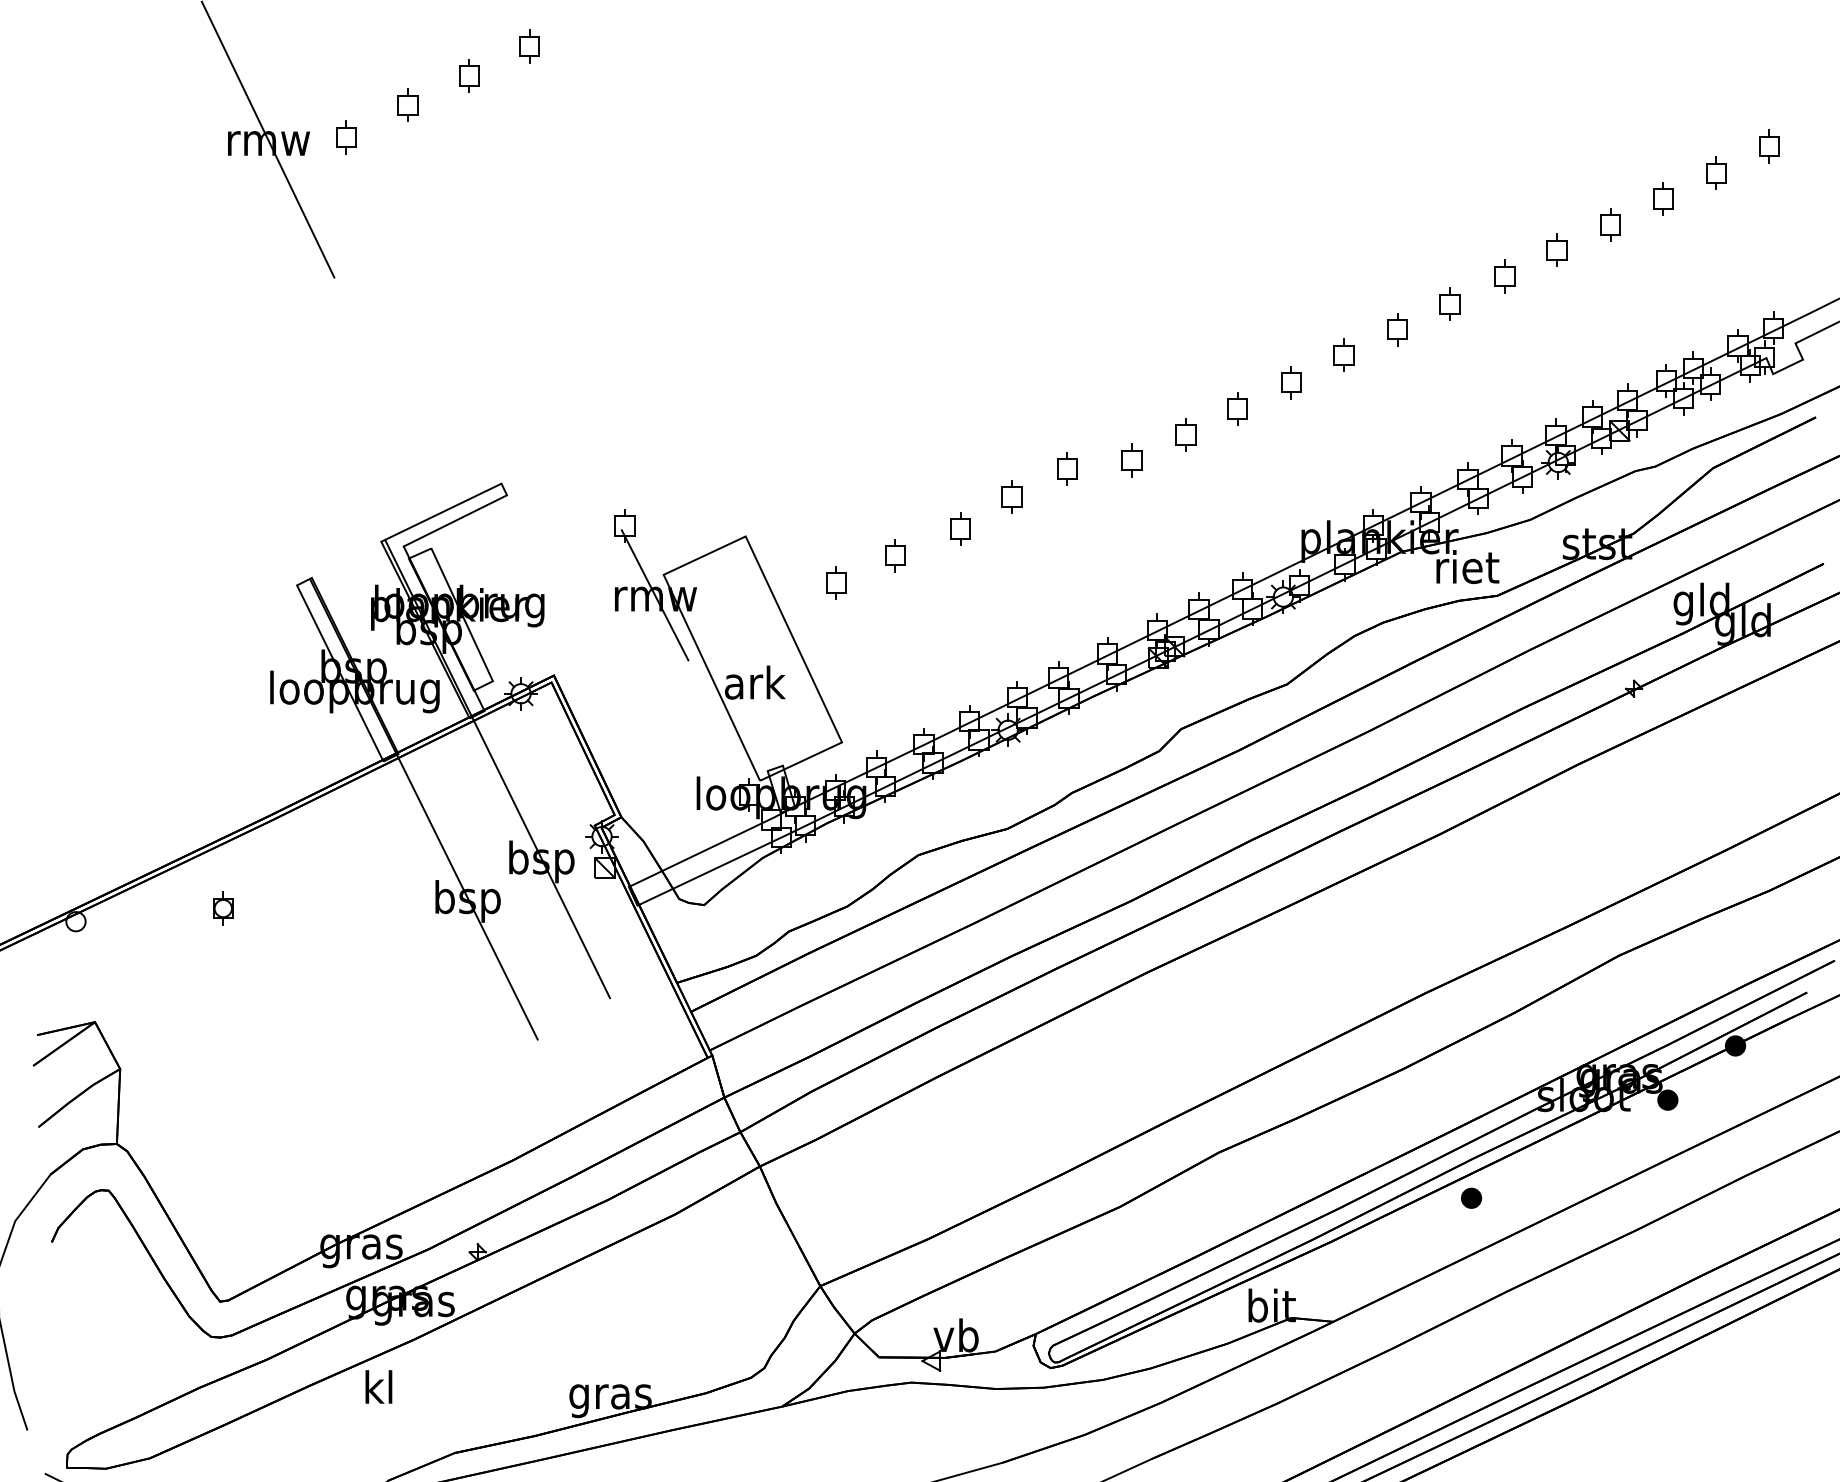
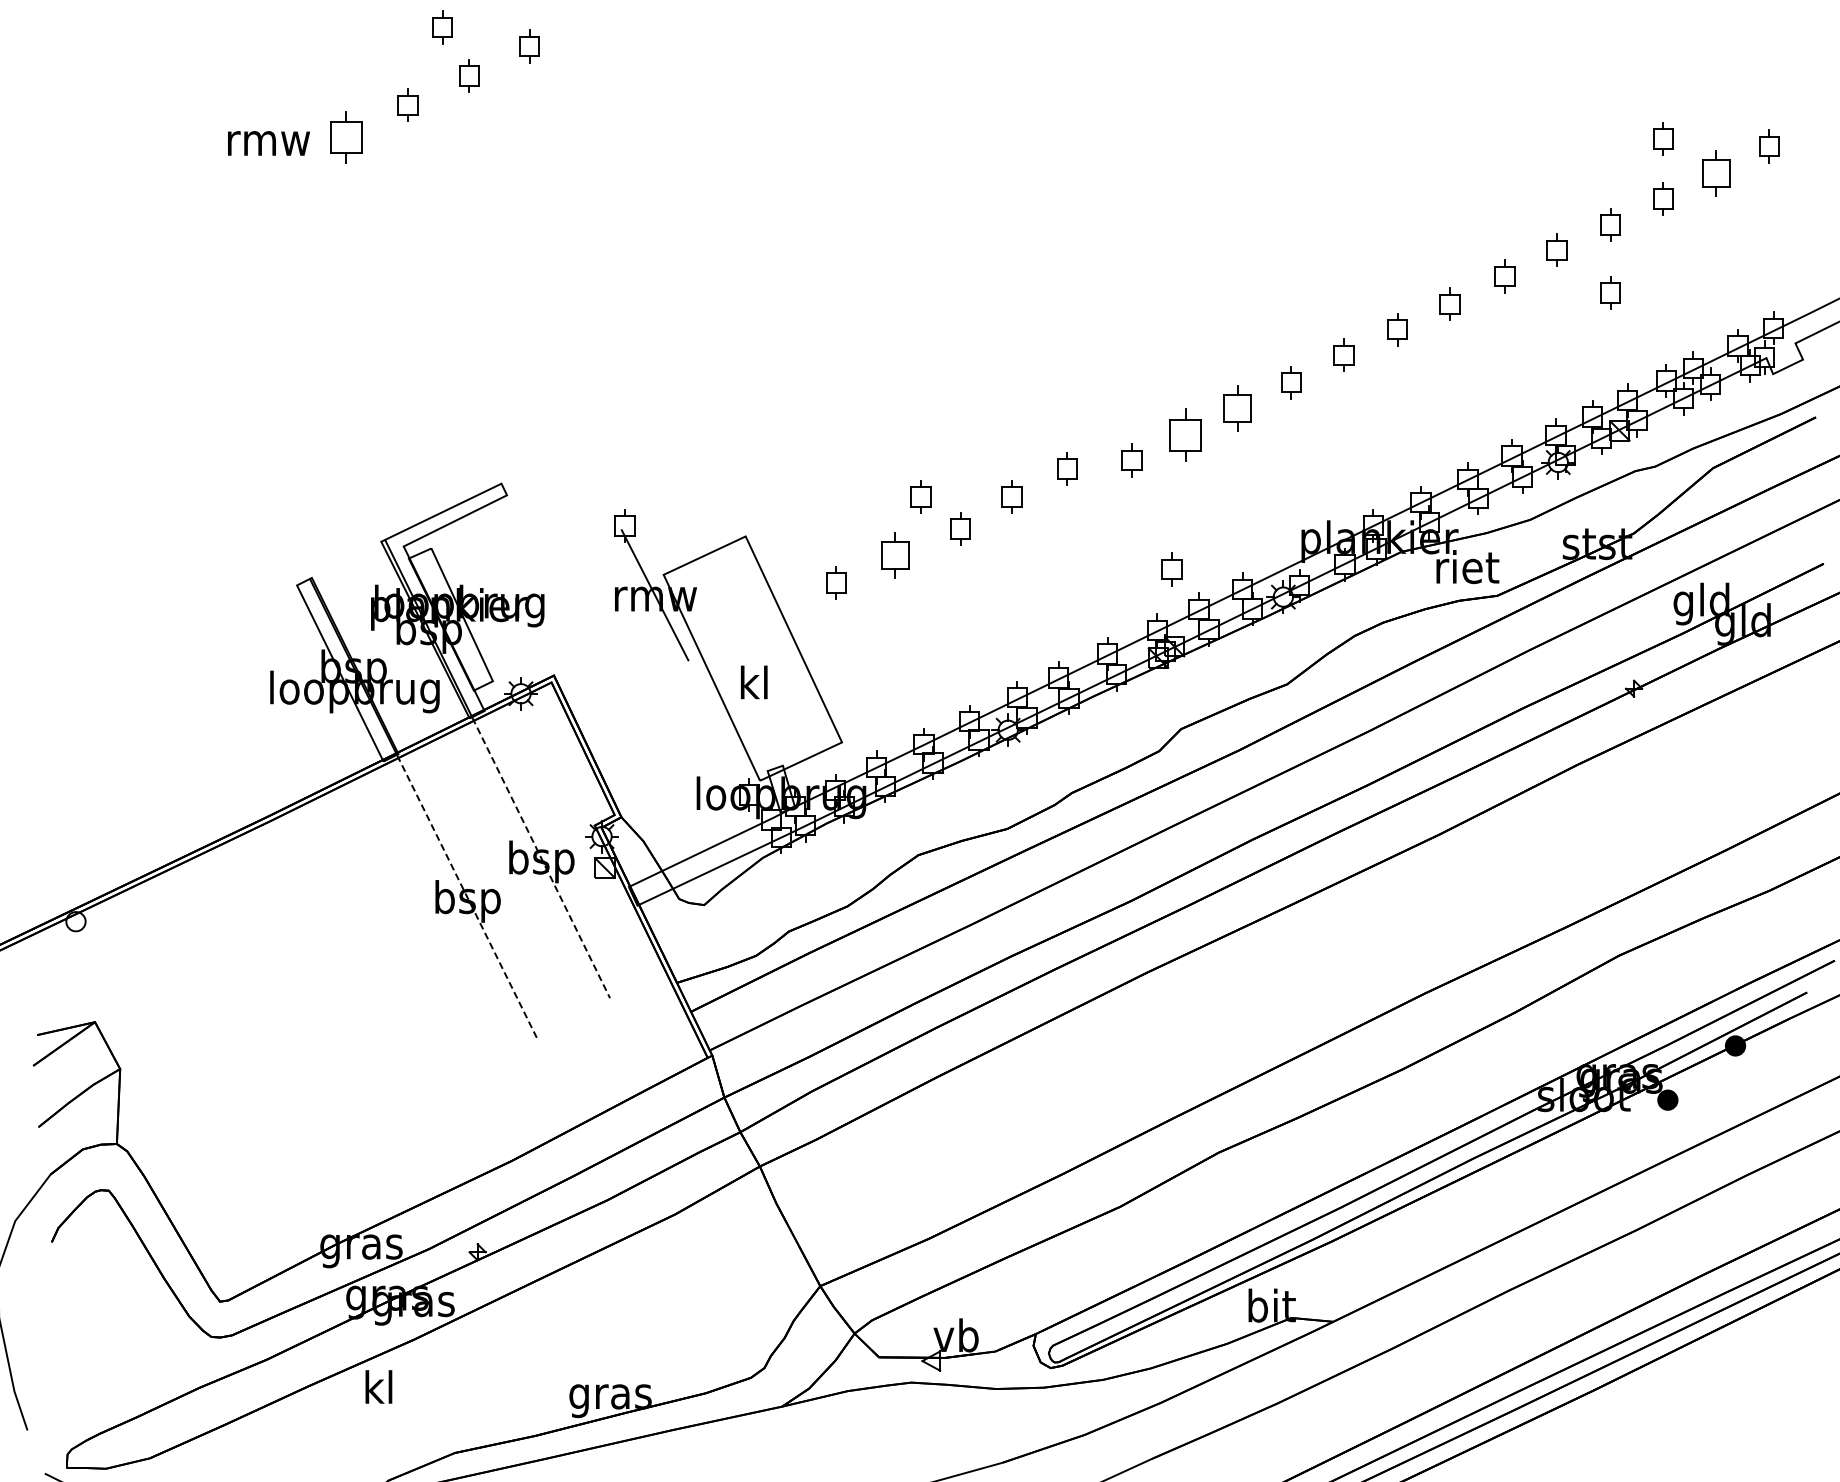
part at (442, 27): none -> present
part at (346, 137) size: 21x35 px -> 33x53 px
part at (1663, 138): none -> present
line at (268, 139): present -> none
part at (1716, 172) size: 21x34 px -> 29x47 px
part at (1610, 292): none -> present
part at (1237, 408) size: 21x34 px -> 29x47 px
part at (1185, 434) size: 22x34 px -> 33x54 px
part at (920, 496): none -> present
part at (895, 555) size: 21x34 px -> 29x47 px
part at (1171, 569): none -> present
text at (755, 682): ark -> kl
line at (541, 858): solid -> dashed
line at (467, 897): solid -> dashed
part at (223, 908): present -> none
part at (1471, 1197): present -> none
